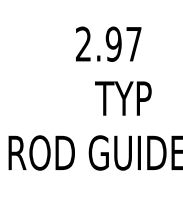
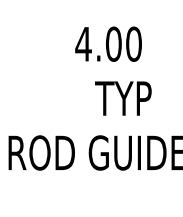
text at (108, 43): 2.97 -> 4.00
